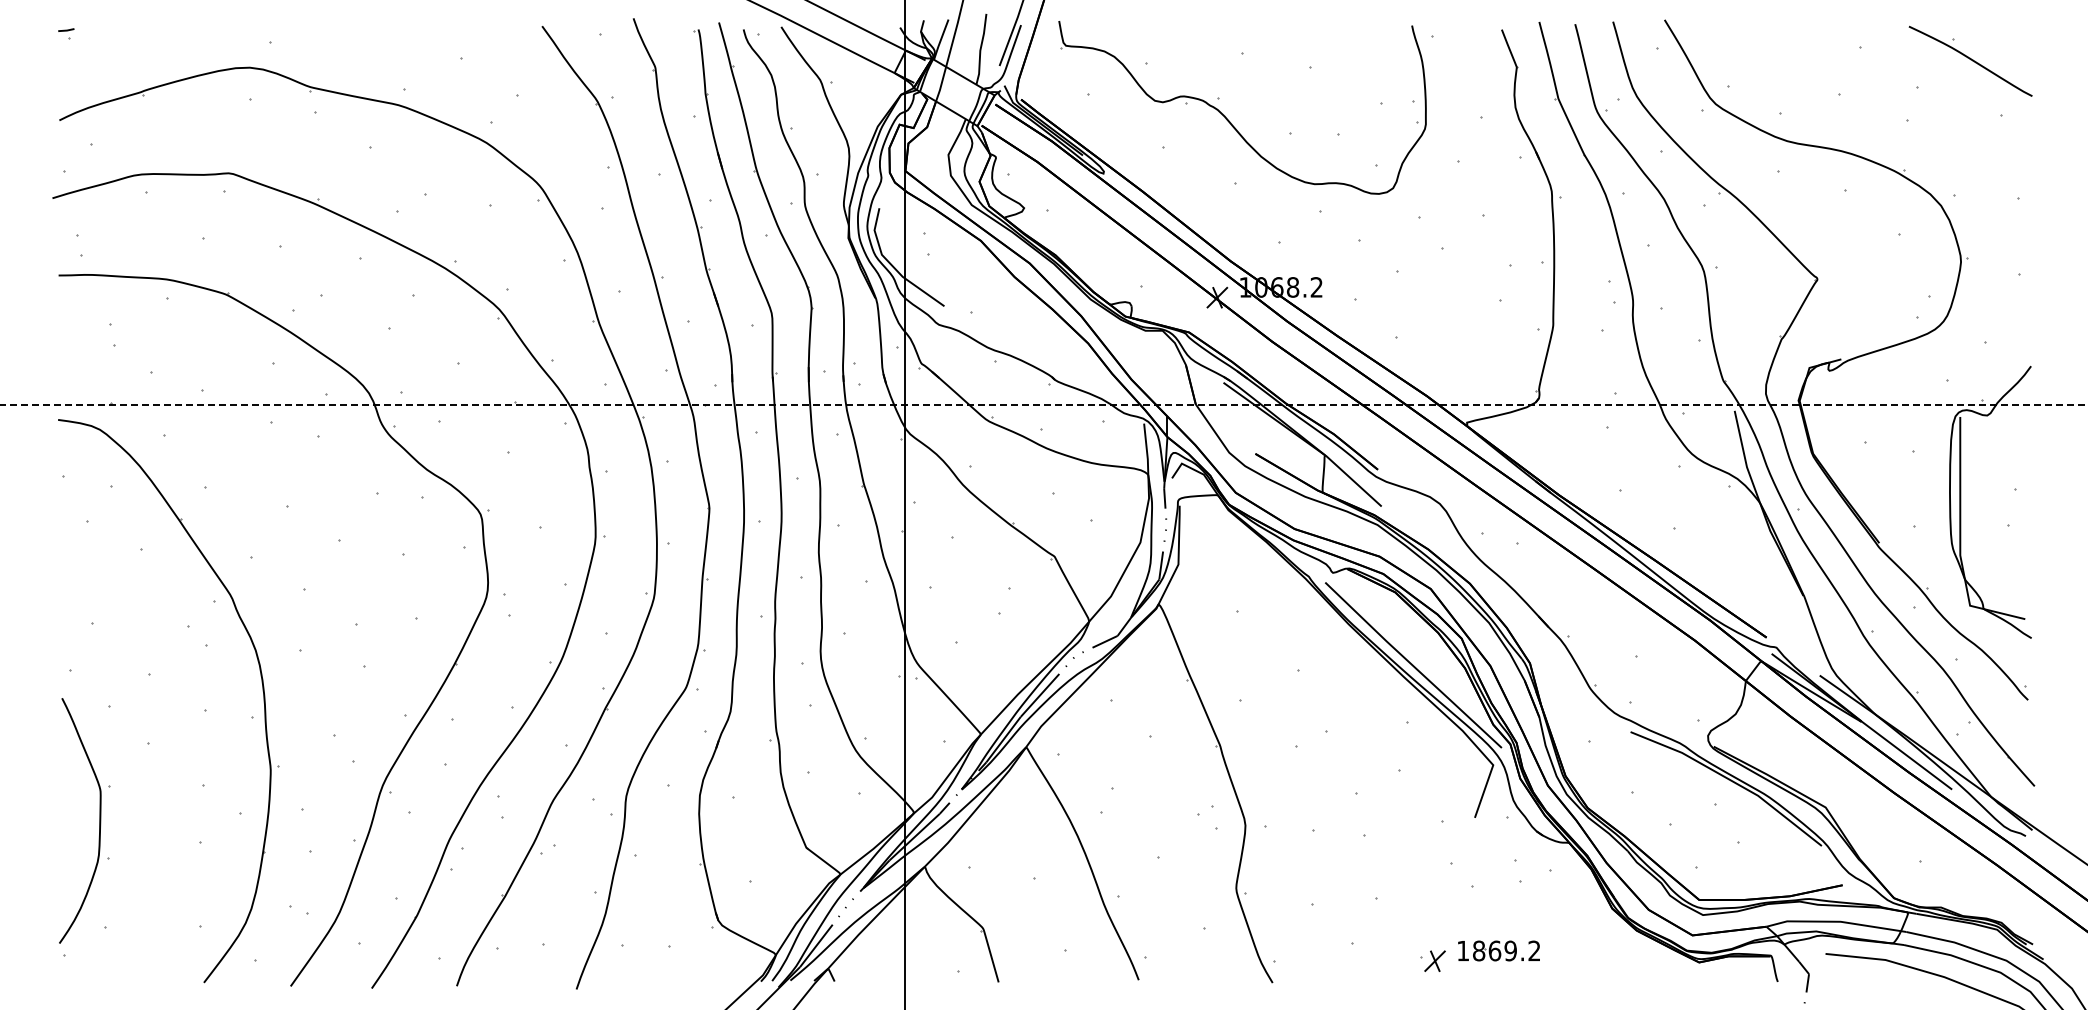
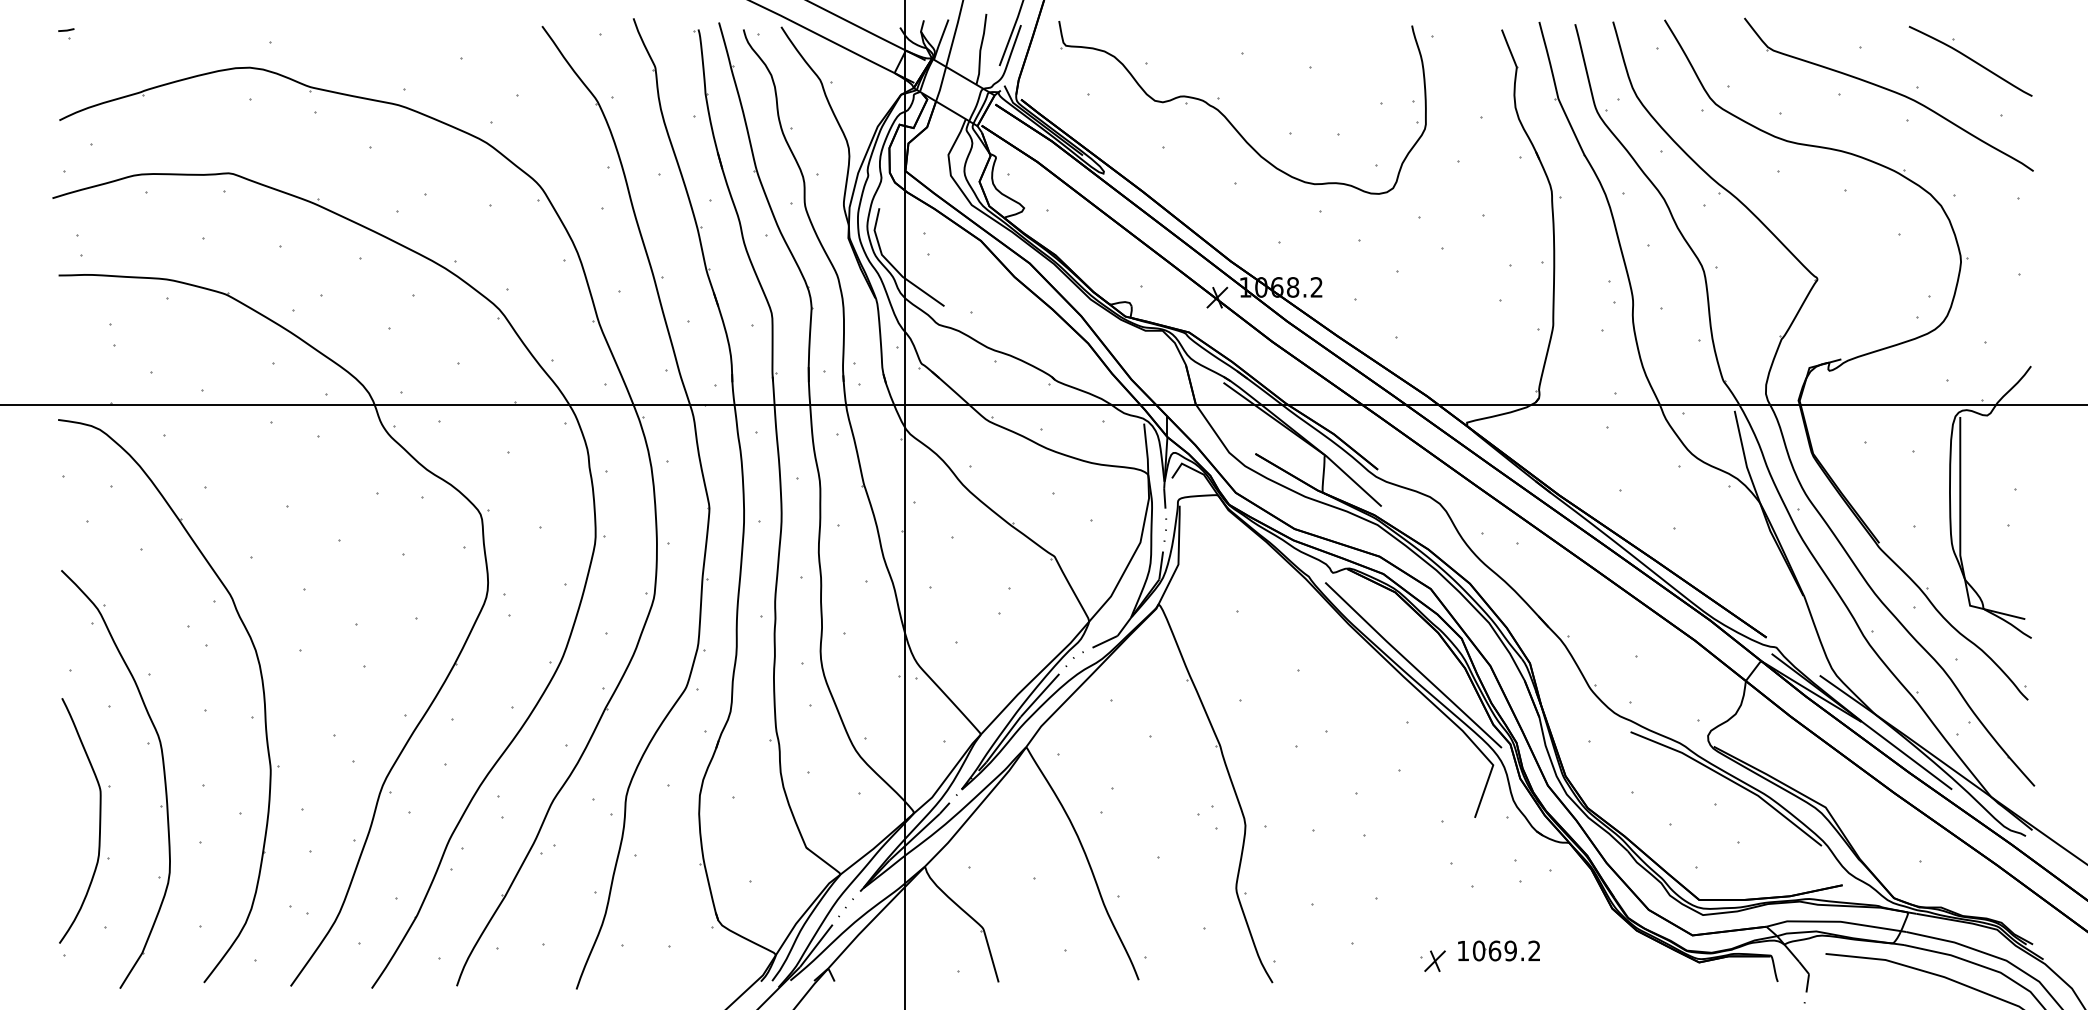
part at (1888, 94): none -> present
line at (1044, 404): dashed -> solid
part at (163, 775): none -> present
text at (1478, 951): 1869.2 -> 1069.2
